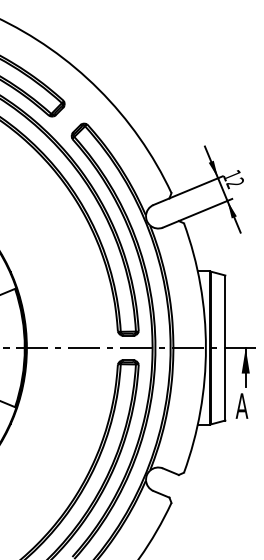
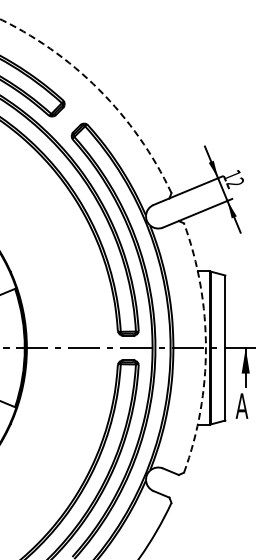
arc at (100, 90): solid -> dashed
arc at (205, 348): solid -> dashed
